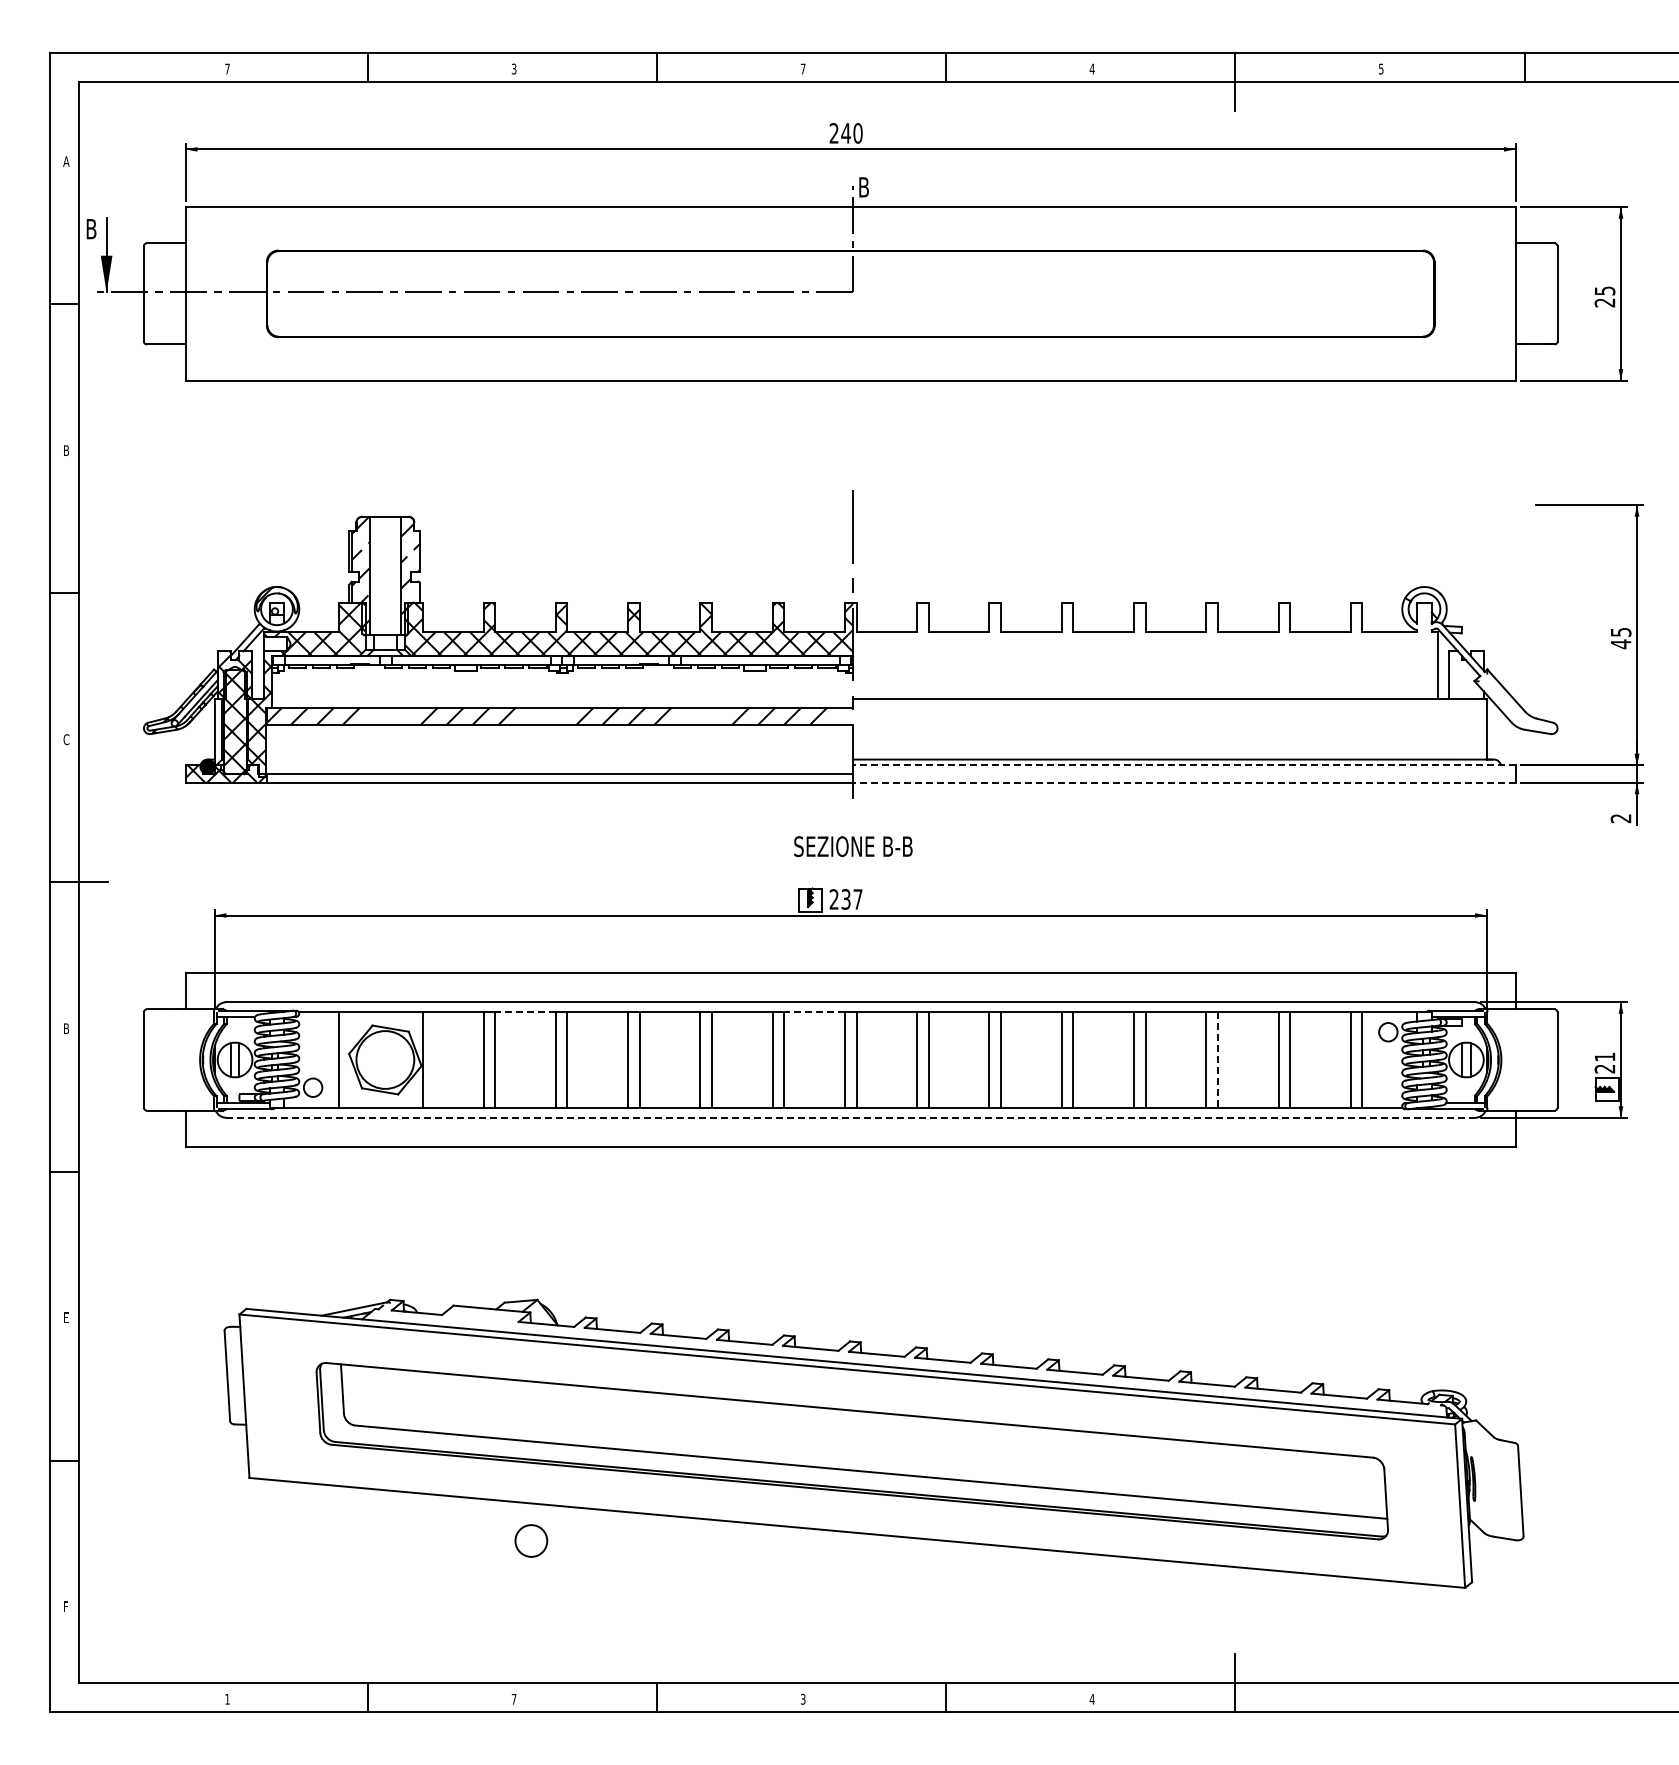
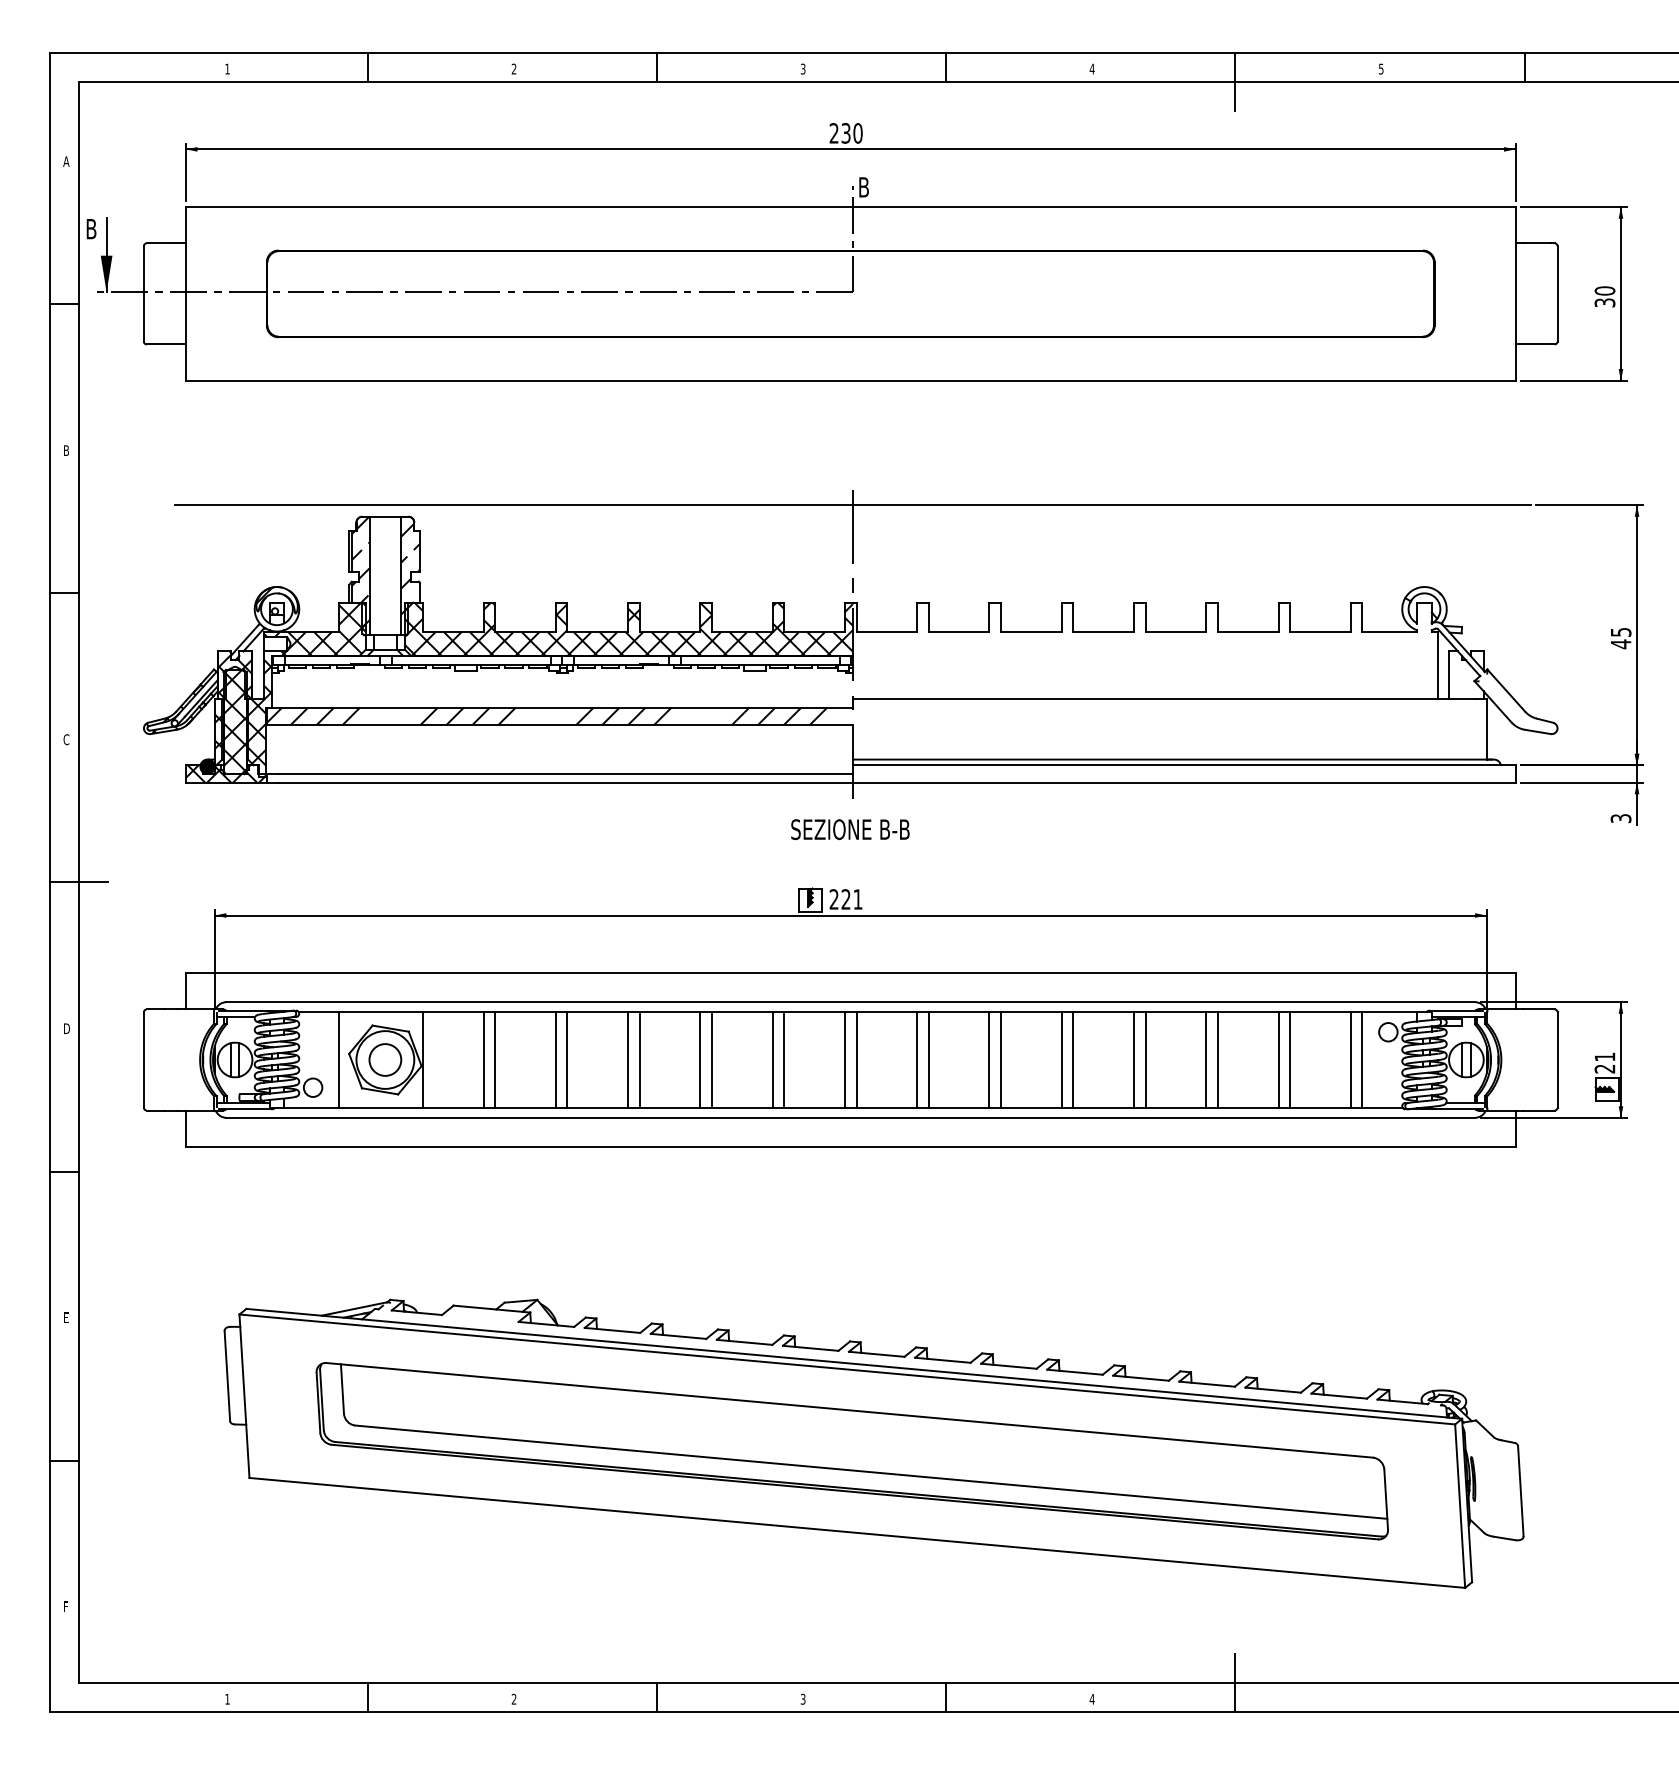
text at (227, 68): 7 -> 1
text at (802, 68): 7 -> 3
text at (513, 69): 3 -> 2
text at (845, 133): 240 -> 230
text at (1604, 296): 25 -> 30
line at (852, 505): none -> present
hatch at (218, 731): none -> present
line at (1183, 765): dashed -> solid
line at (1183, 782): dashed -> solid
text at (1621, 818): 2 -> 3
text at (853, 846) position: (853, 846) -> (850, 829)
text at (851, 899): 237 -> 221
line at (525, 1012): dashed -> solid
line at (814, 1012): dashed -> solid
text at (67, 1028): B -> D
line at (1217, 1060): dashed -> solid
line at (851, 1117): dashed -> solid
circle at (531, 1540) position: (531, 1540) -> (385, 1059)
text at (513, 1698): 7 -> 2
